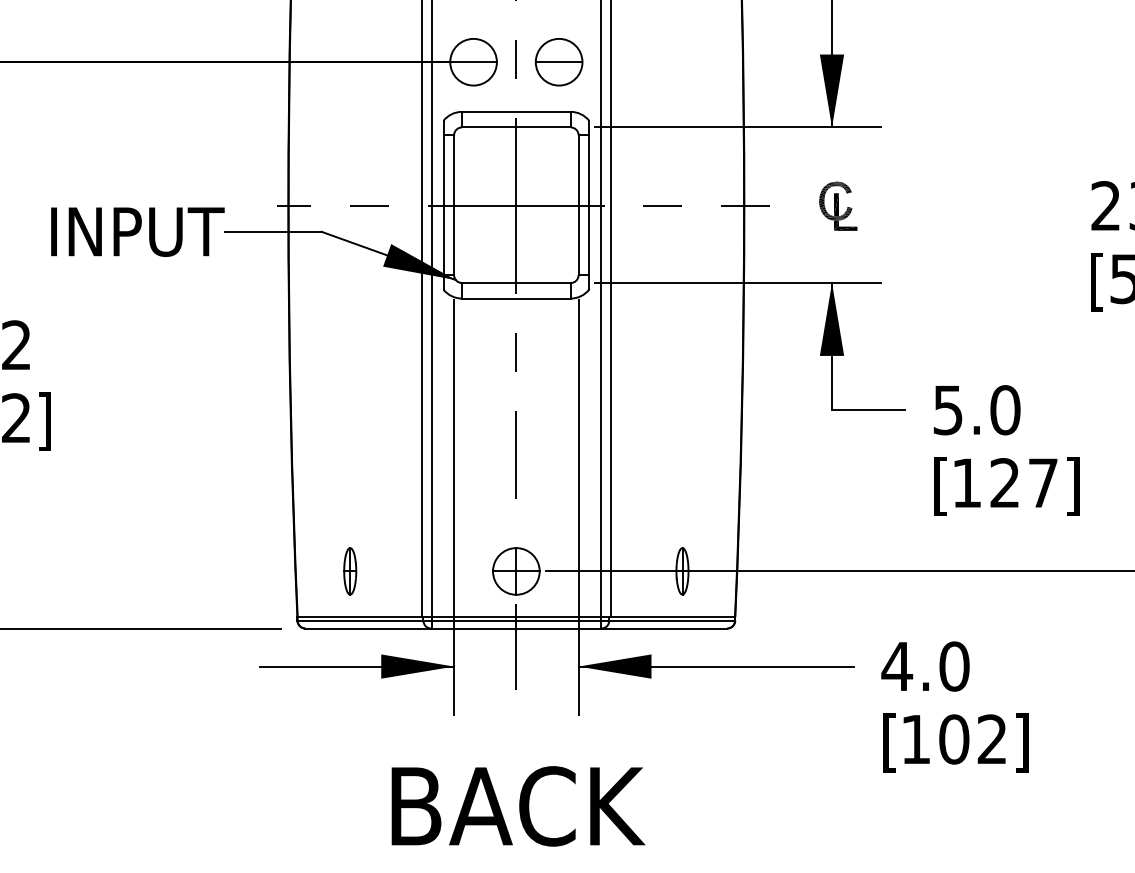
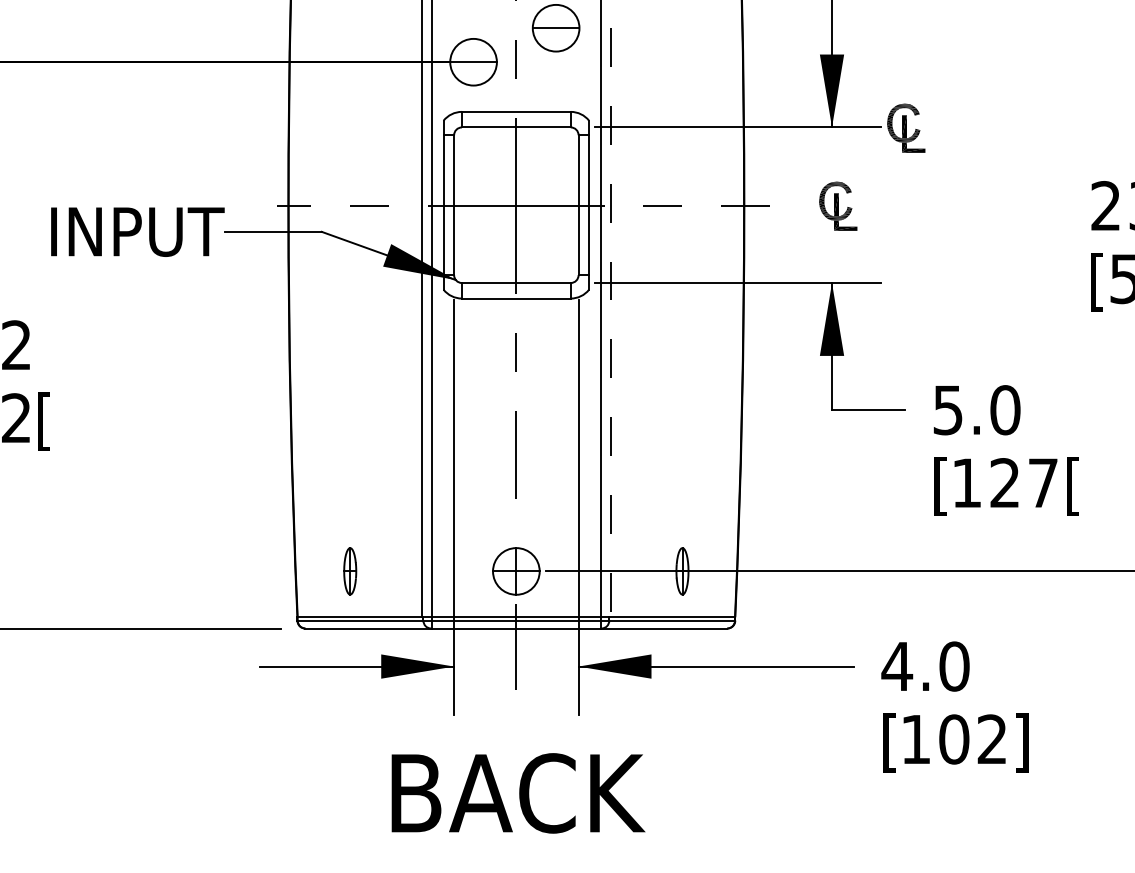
part at (558, 62) position: (558, 62) -> (555, 28)
part at (906, 127): none -> present
line at (610, 309): solid -> dashed
text at (44, 421): ] -> [
text at (1073, 486): ] -> [
text at (518, 806) position: (518, 806) -> (518, 793)
